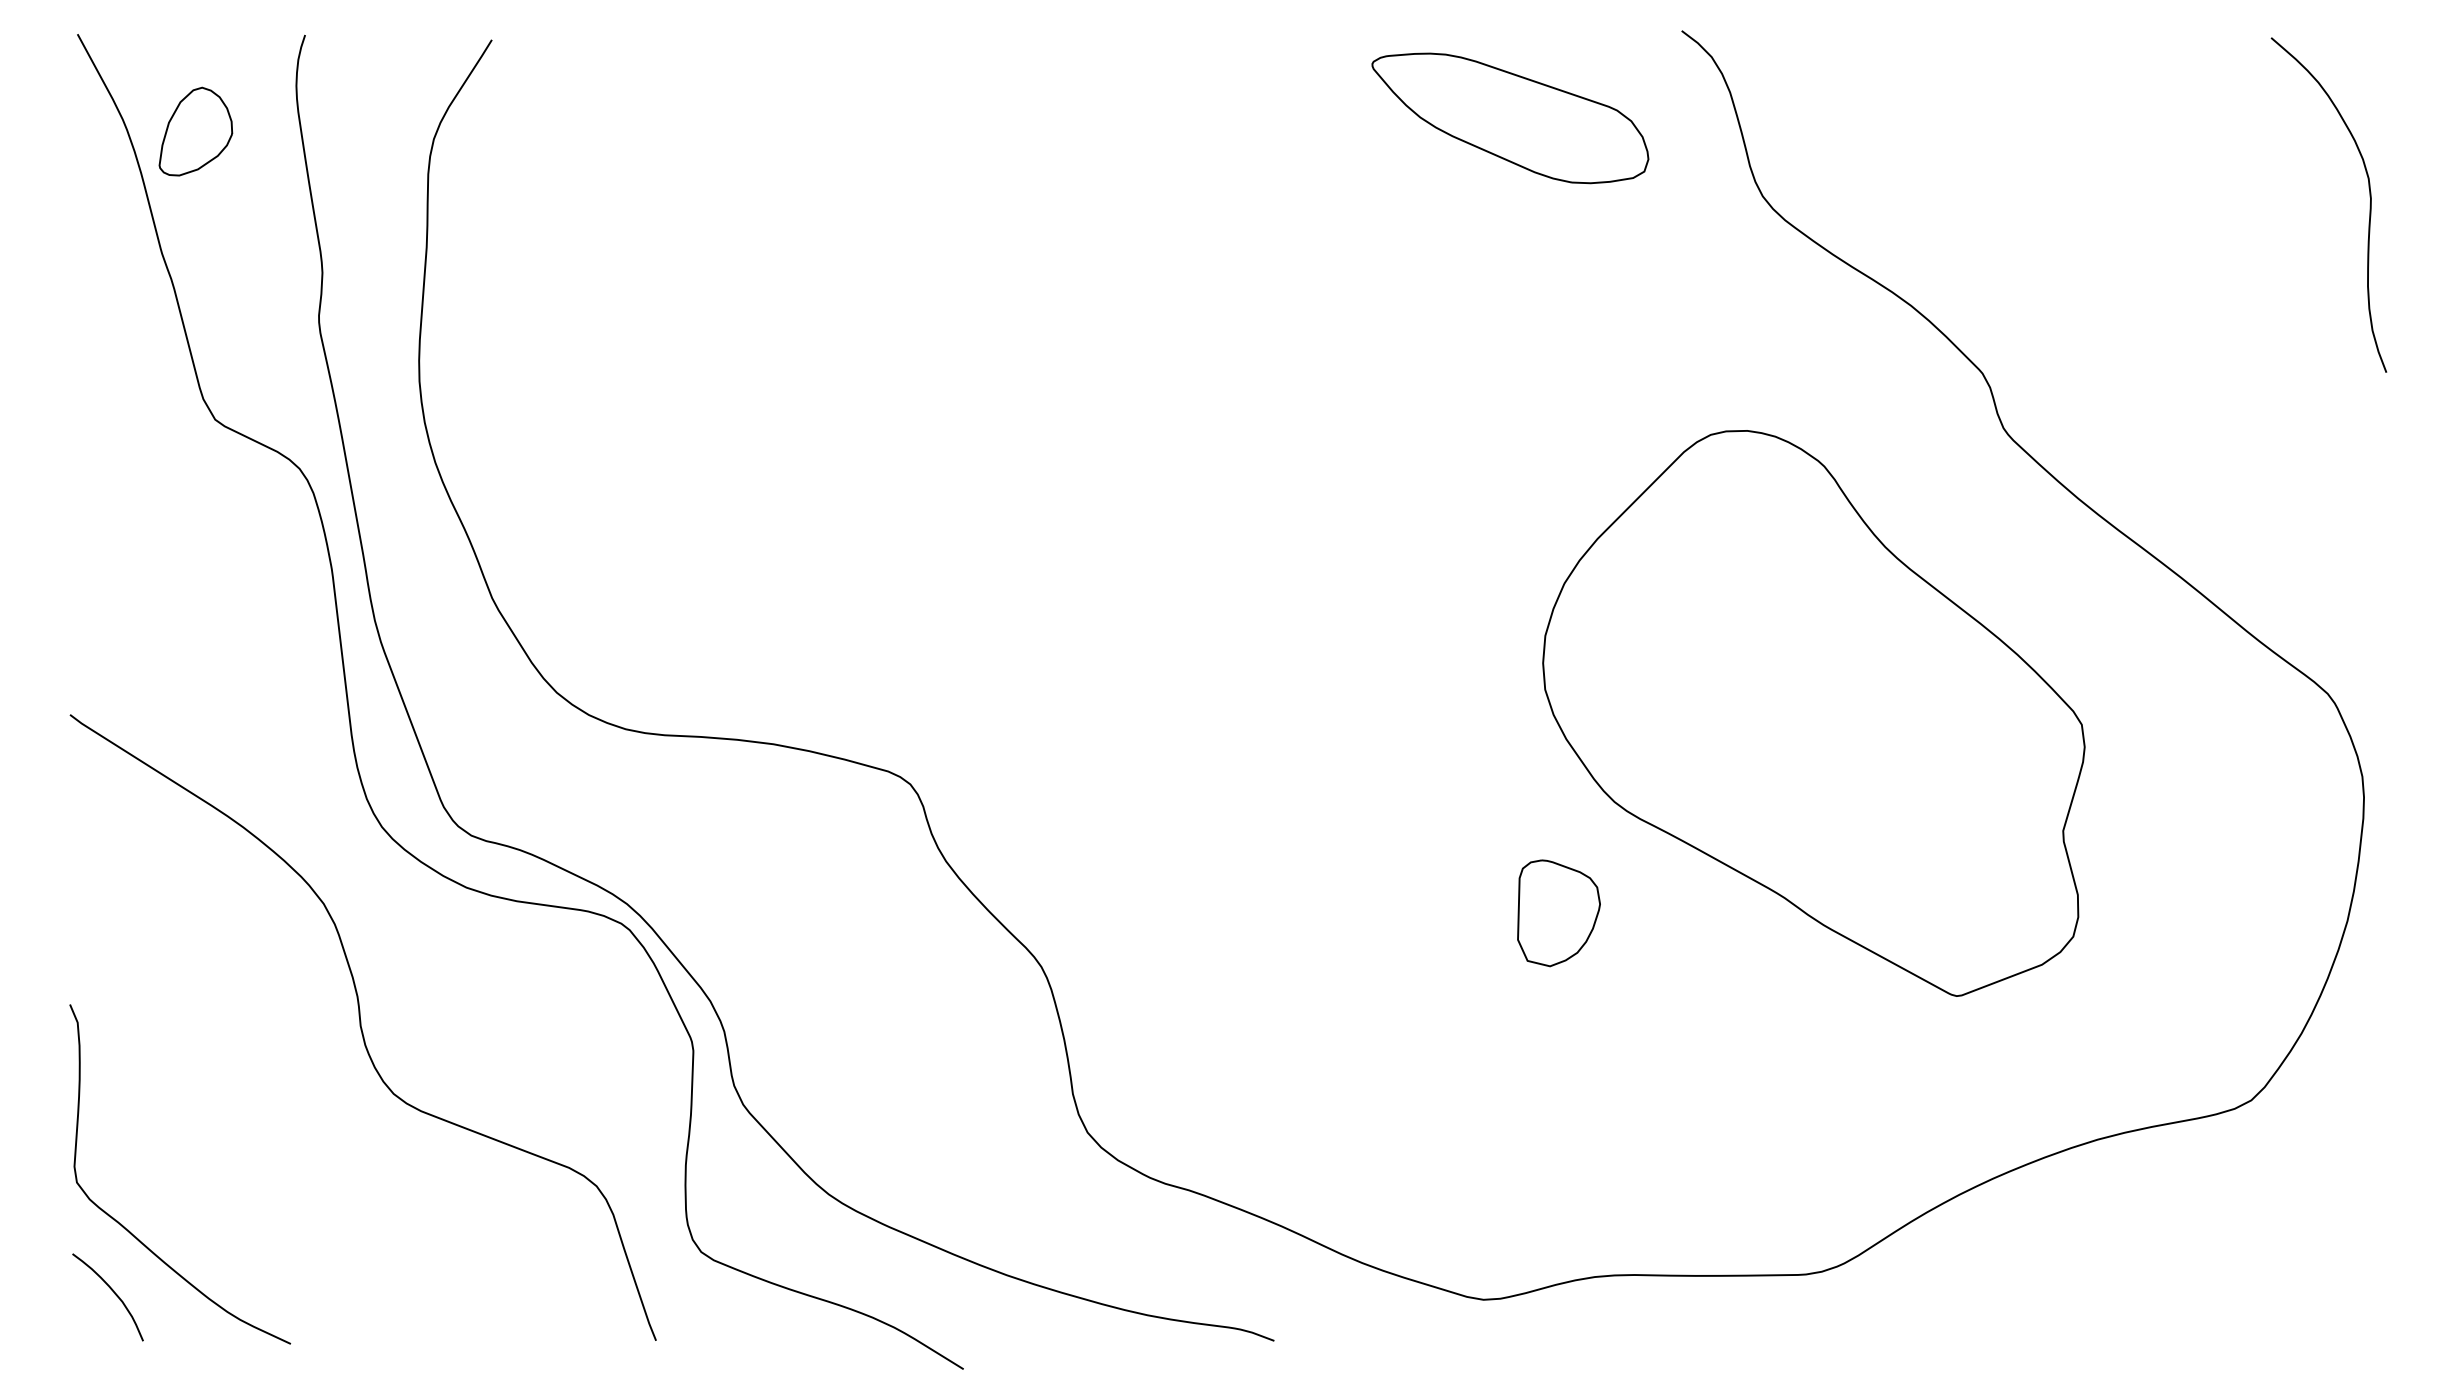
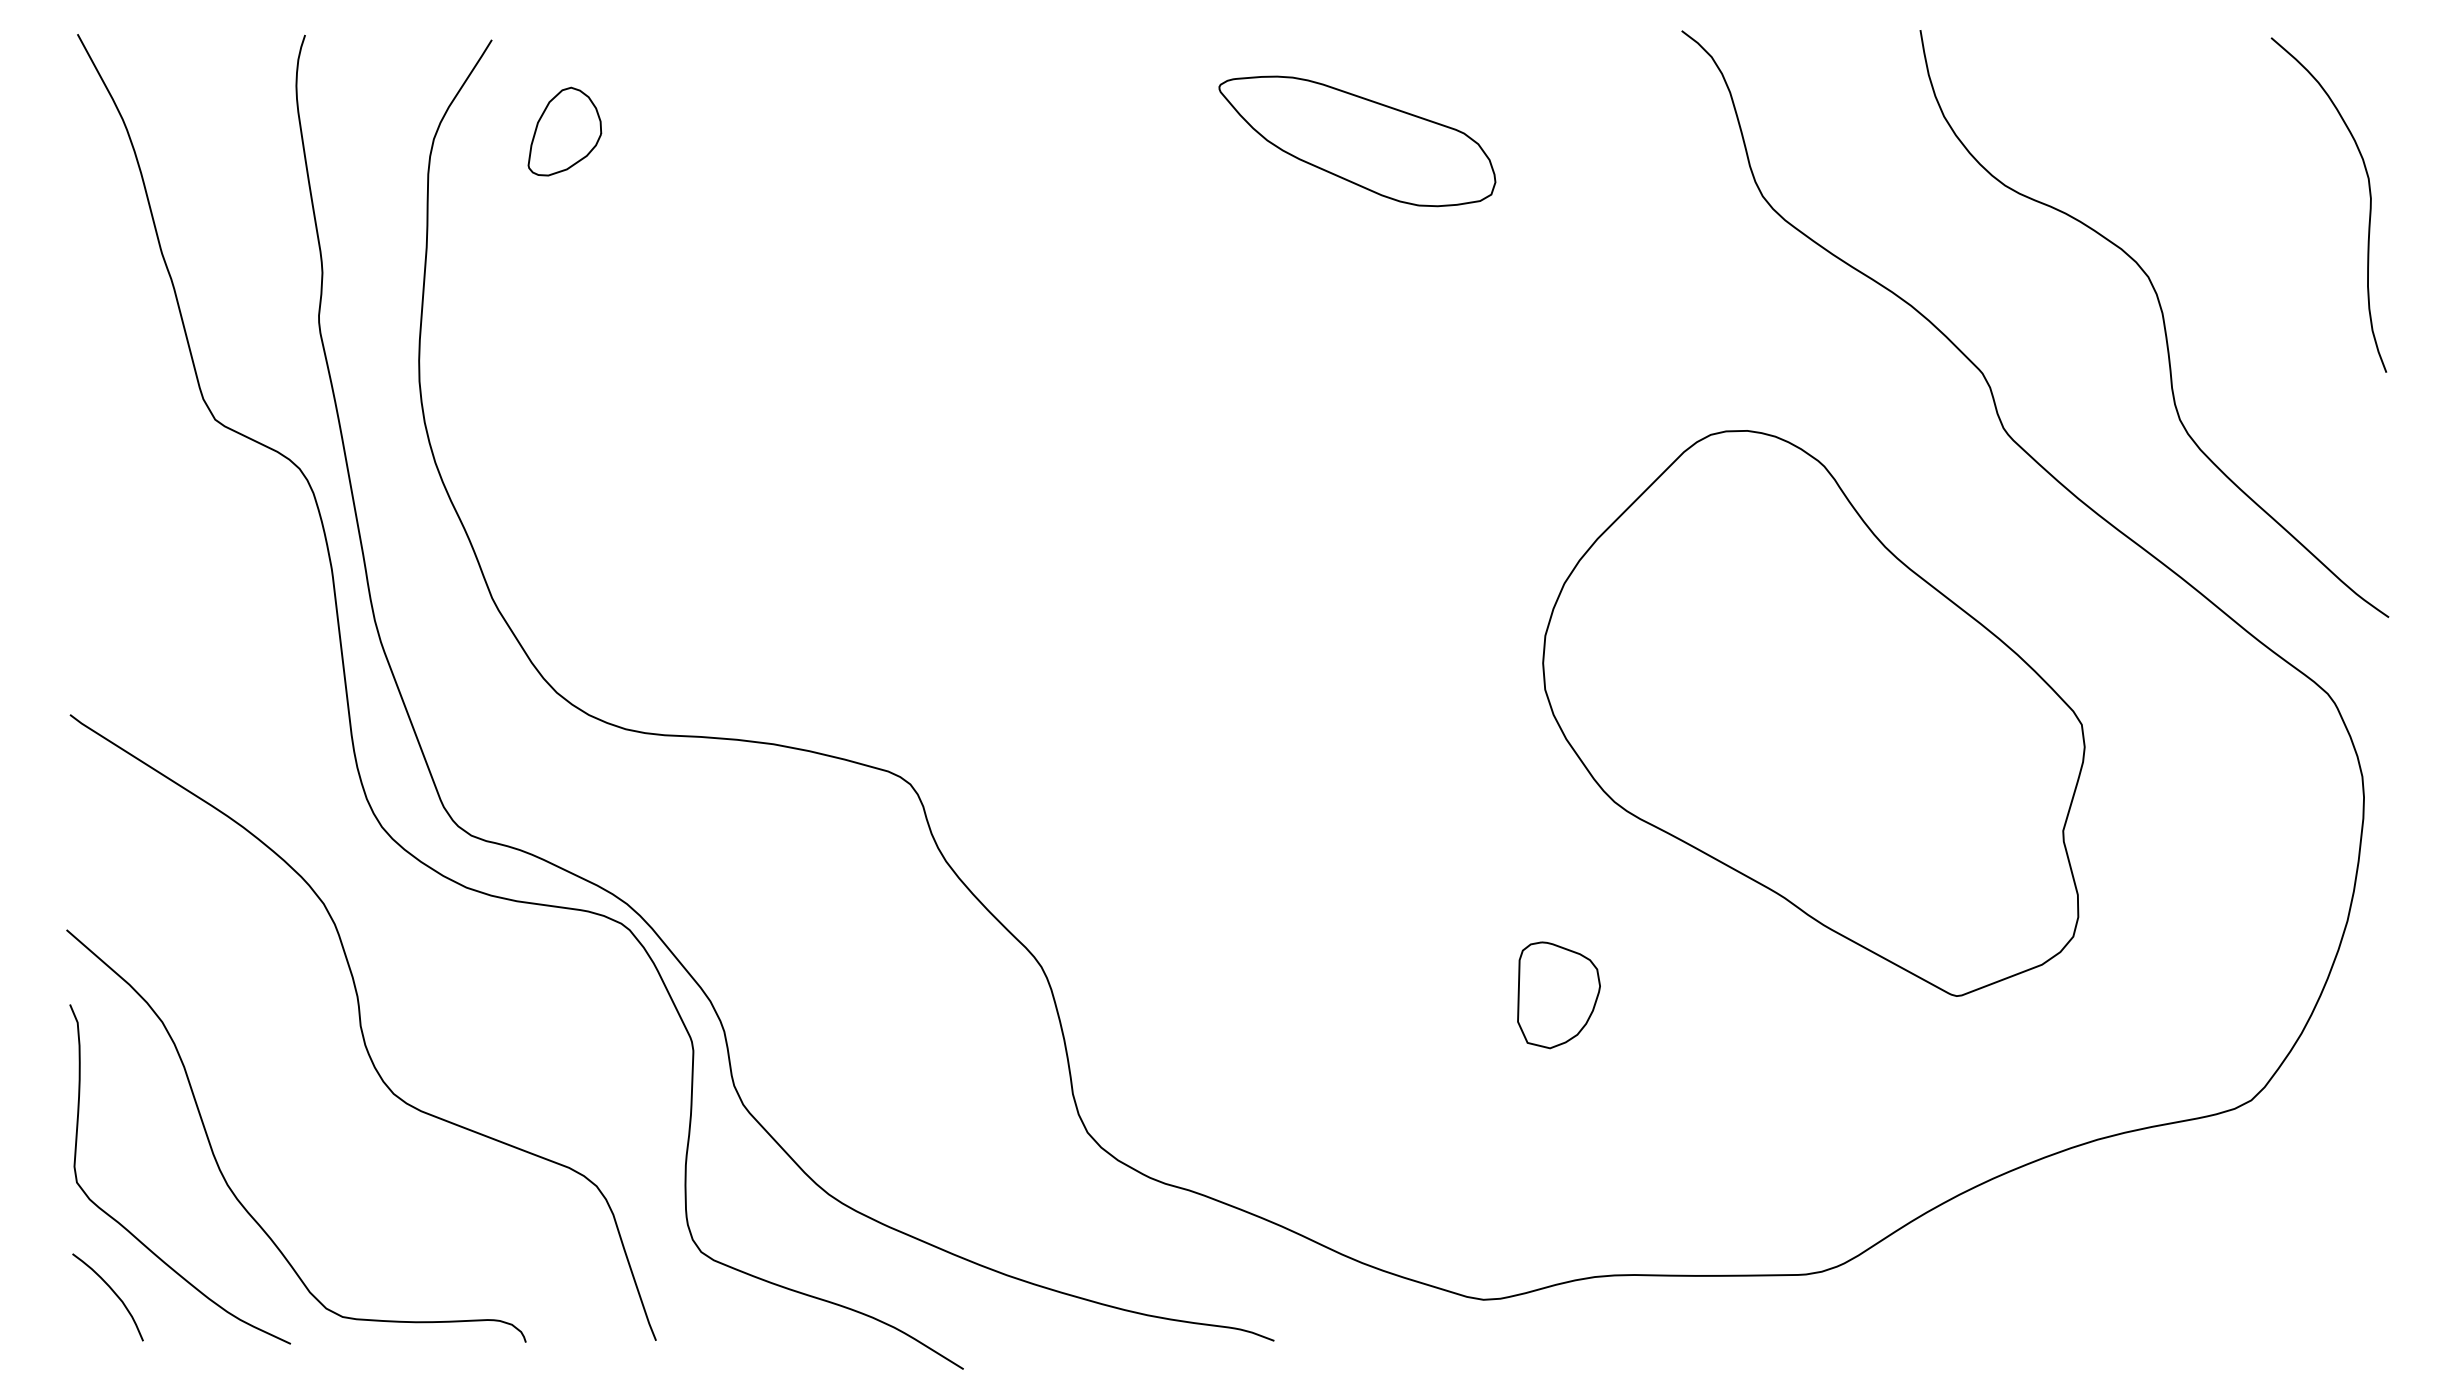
part at (1510, 118) position: (1510, 118) -> (1357, 141)
part at (195, 131) position: (195, 131) -> (564, 131)
curve at (2162, 320): none -> present
part at (1558, 913) position: (1558, 913) -> (1558, 995)
curve at (222, 1172): none -> present
